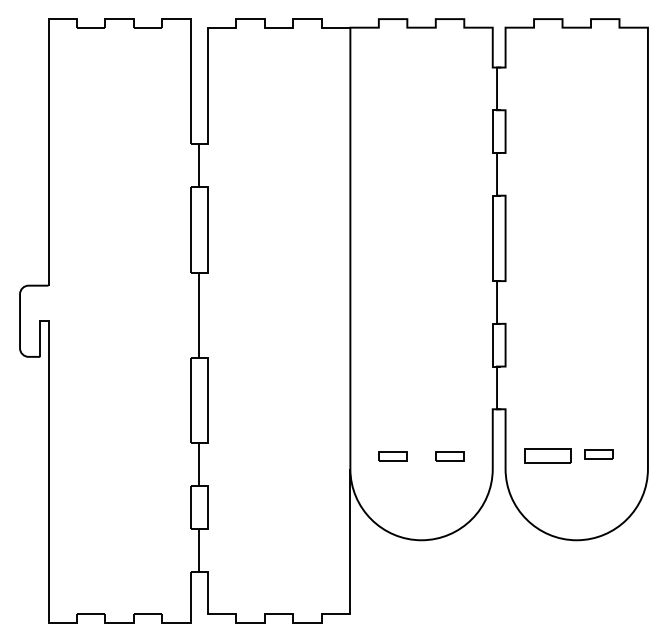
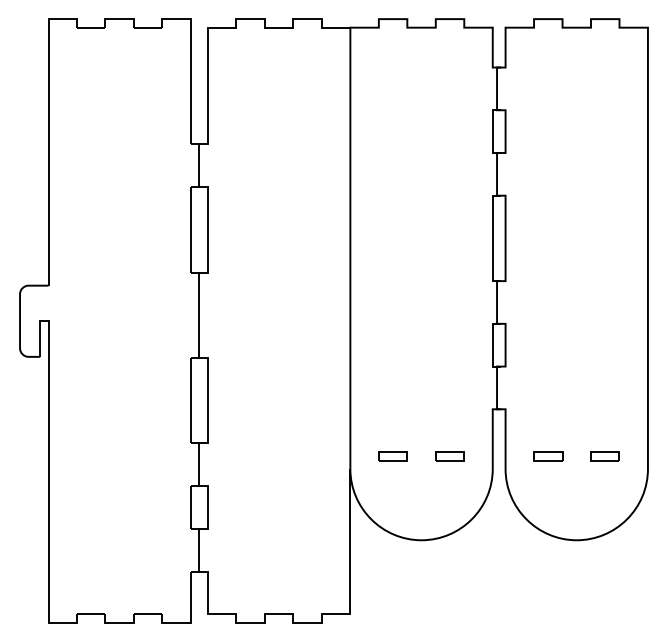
part at (598, 454) position: (598, 454) -> (604, 456)
part at (547, 455) size: 48x16 px -> 31x11 px
